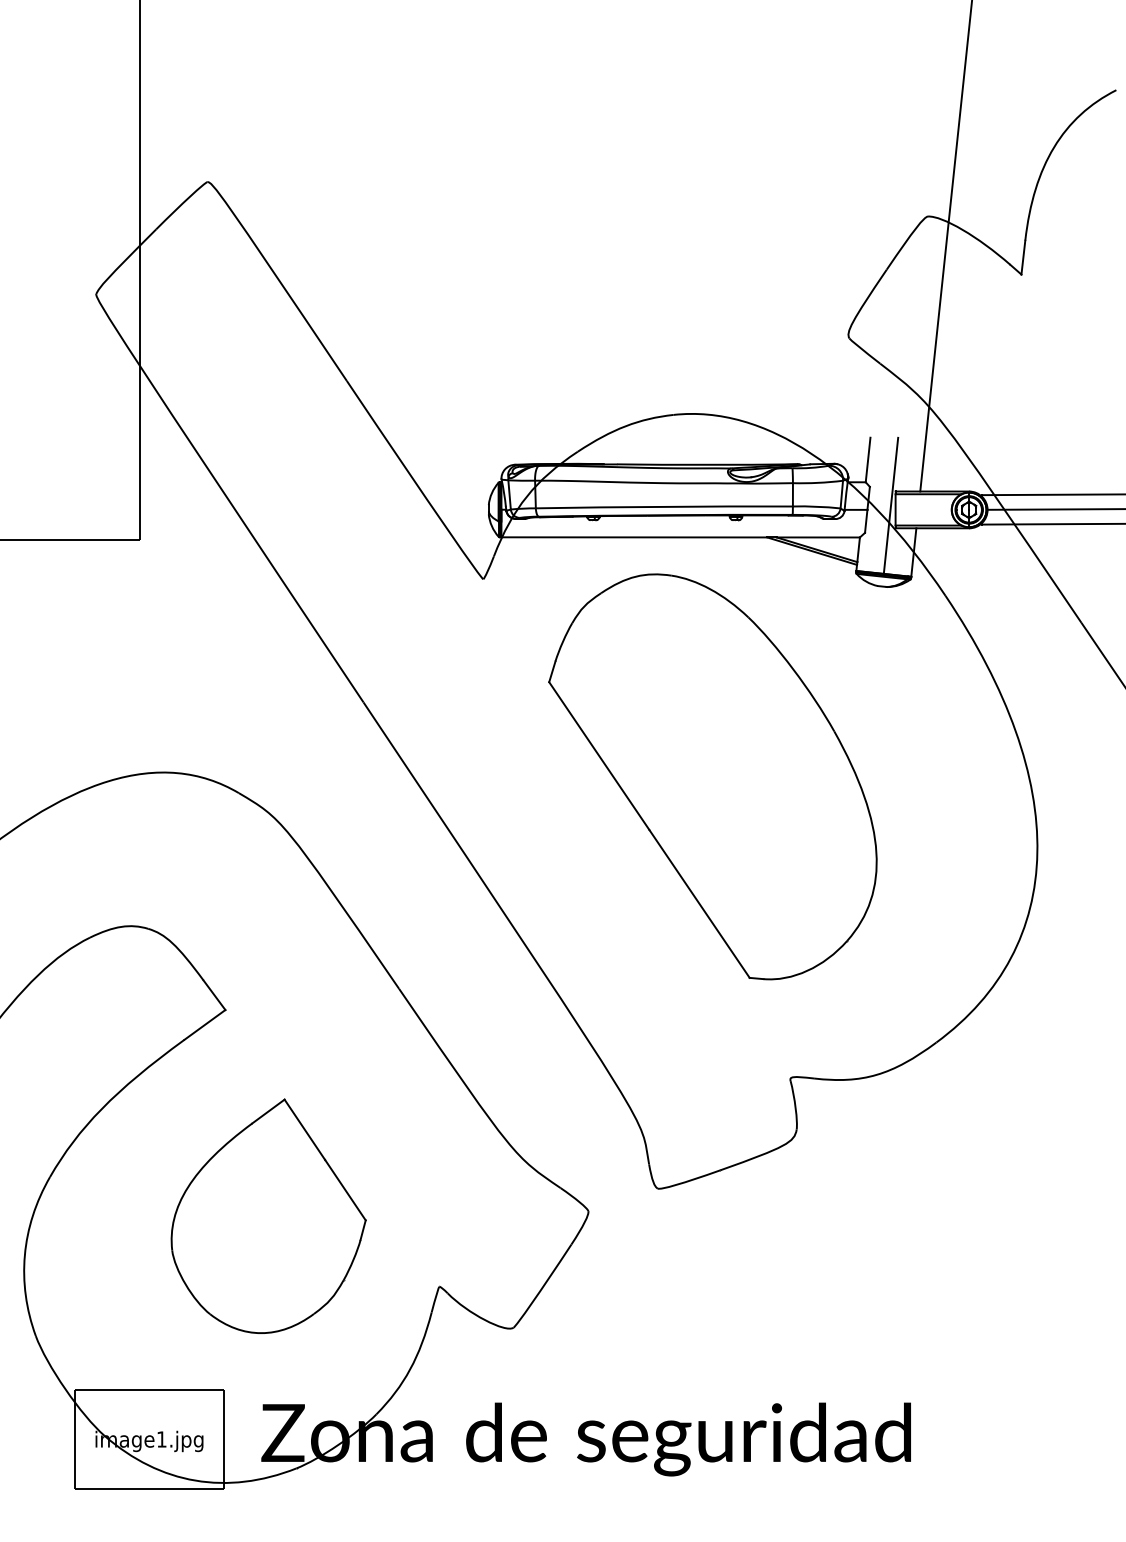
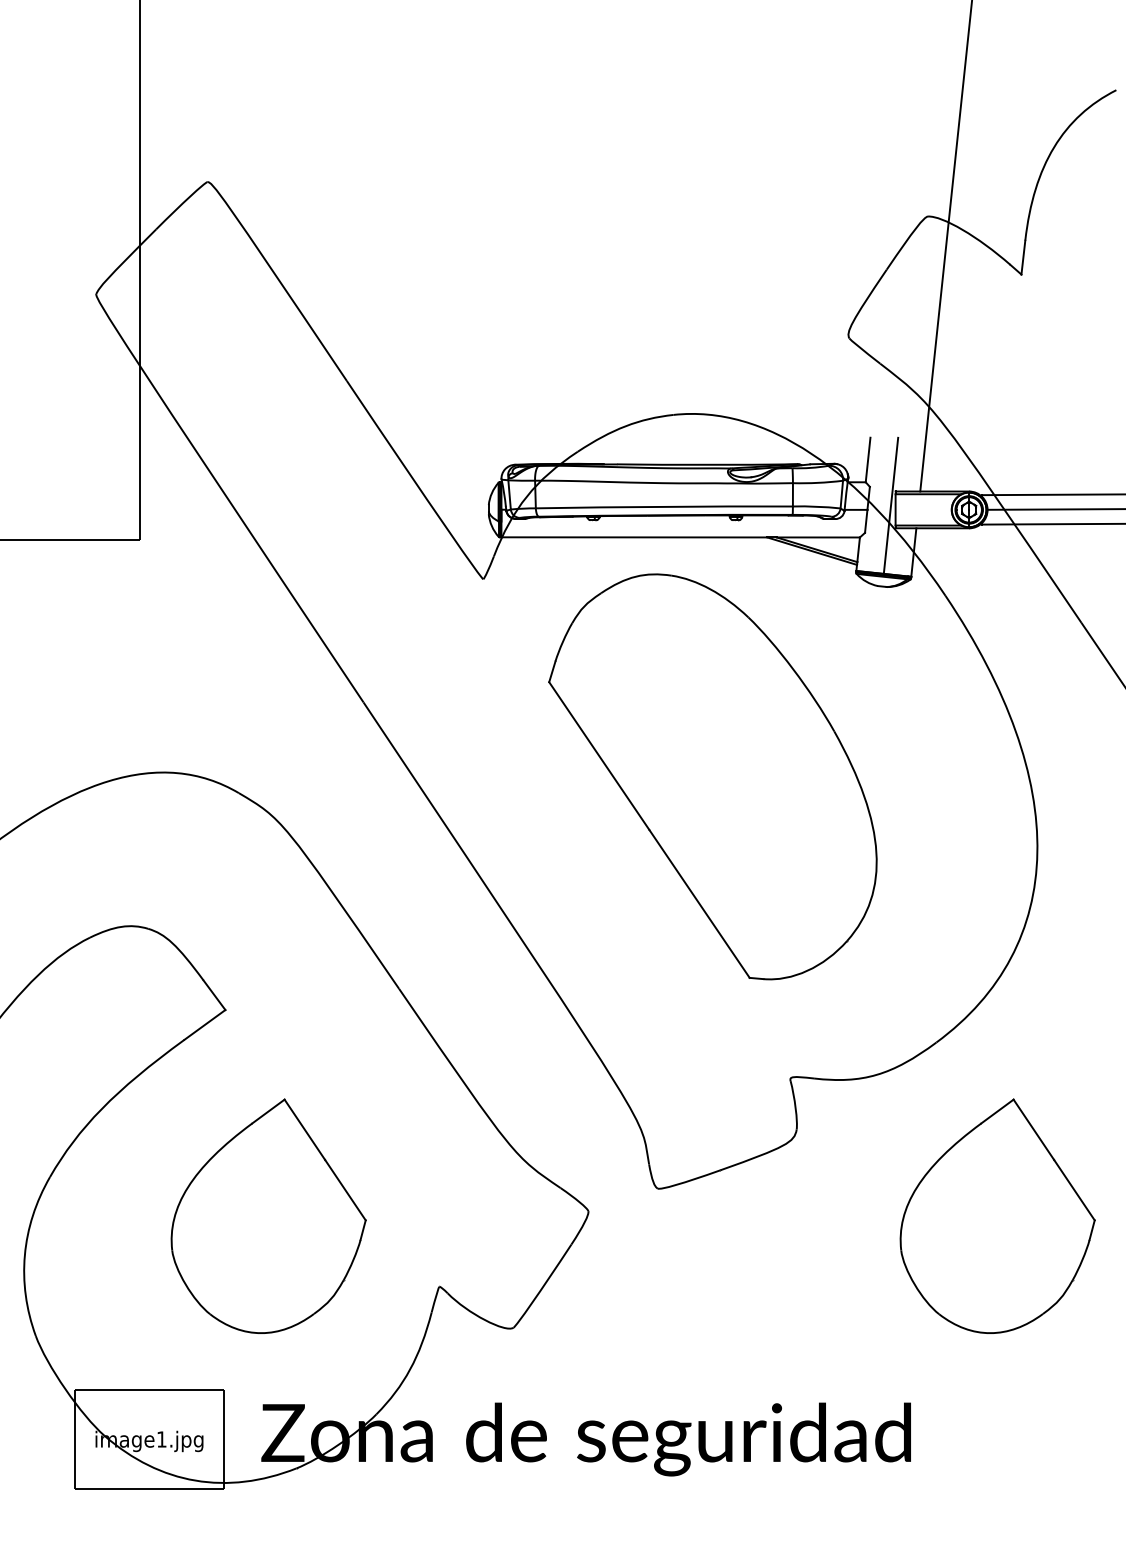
part at (997, 1215): none -> present
